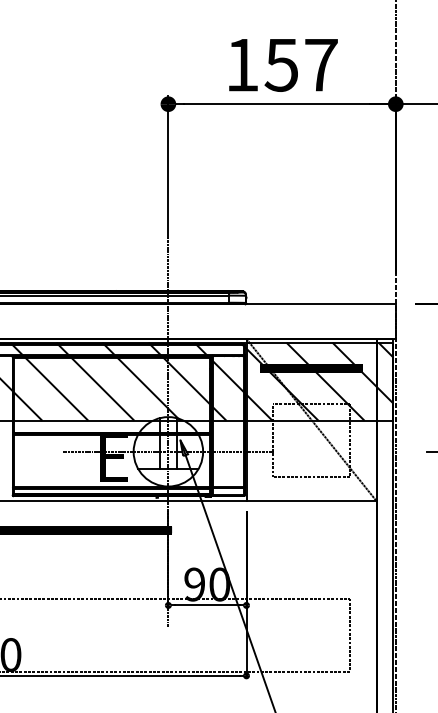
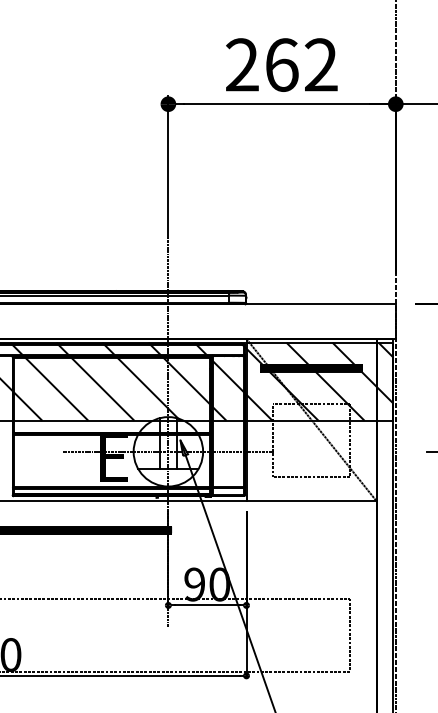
text at (281, 64): 157 -> 262
